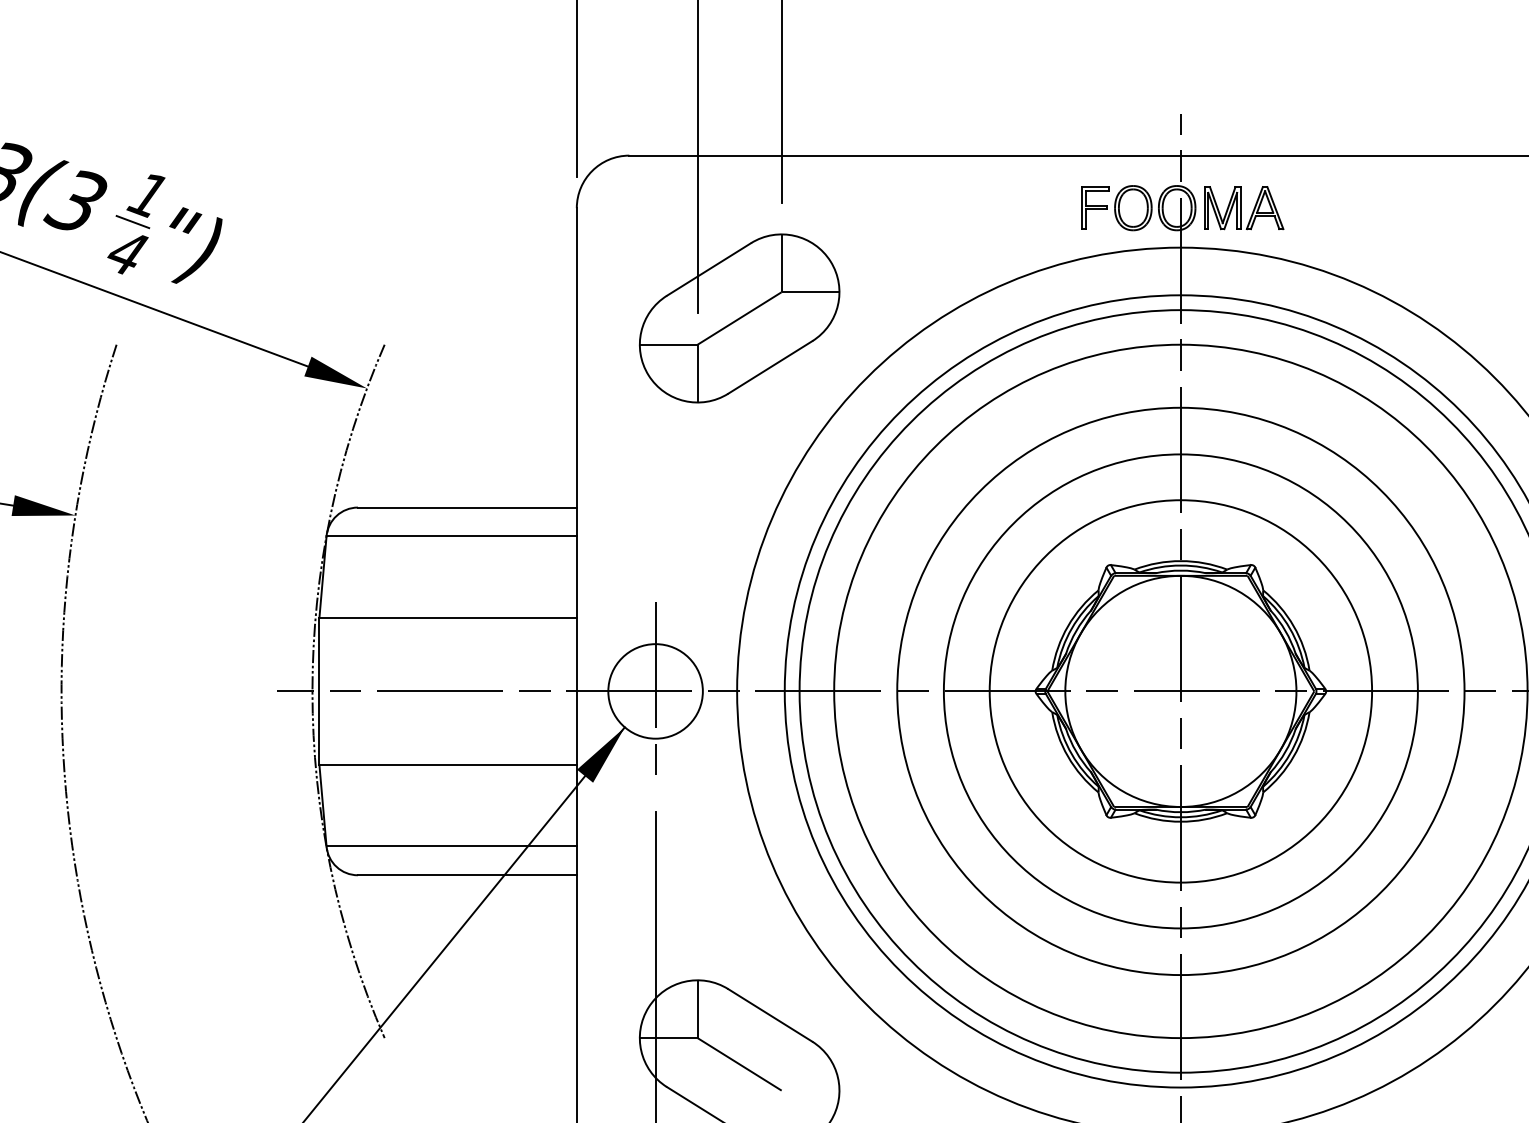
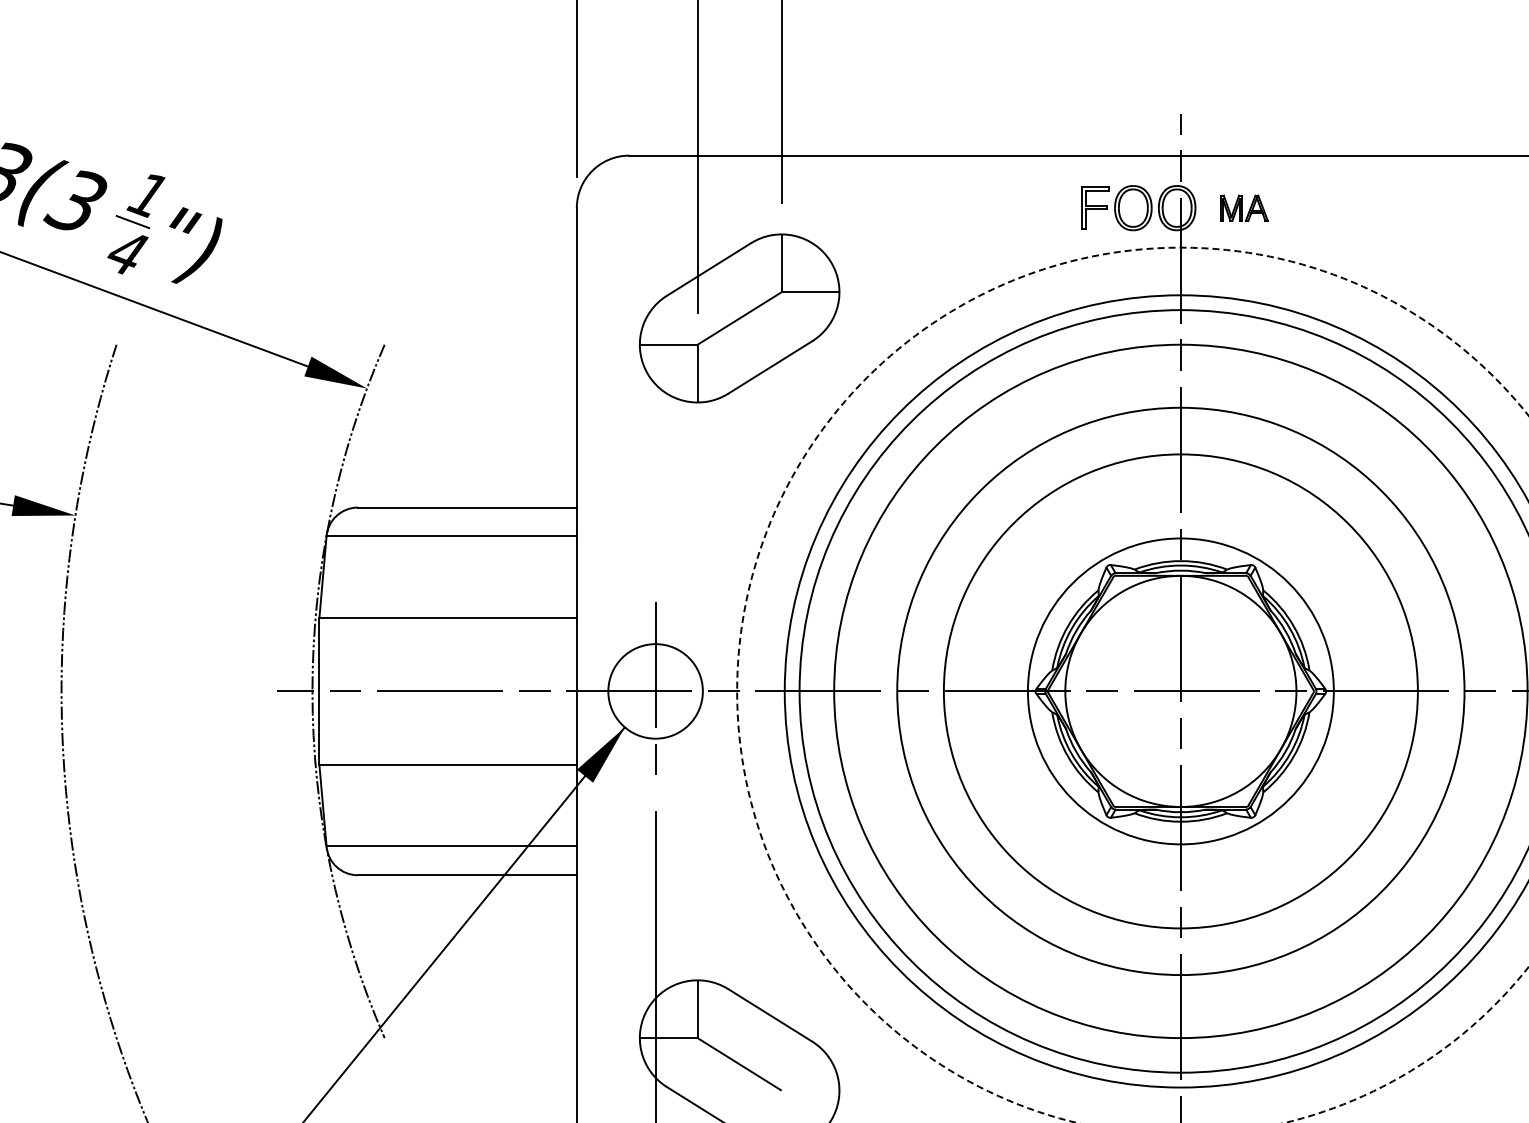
part at (1244, 208) size: 81x45 px -> 49x28 px
circle at (1132, 684): solid -> dashed
circle at (1180, 691) diameter: 382 px -> 306 px
